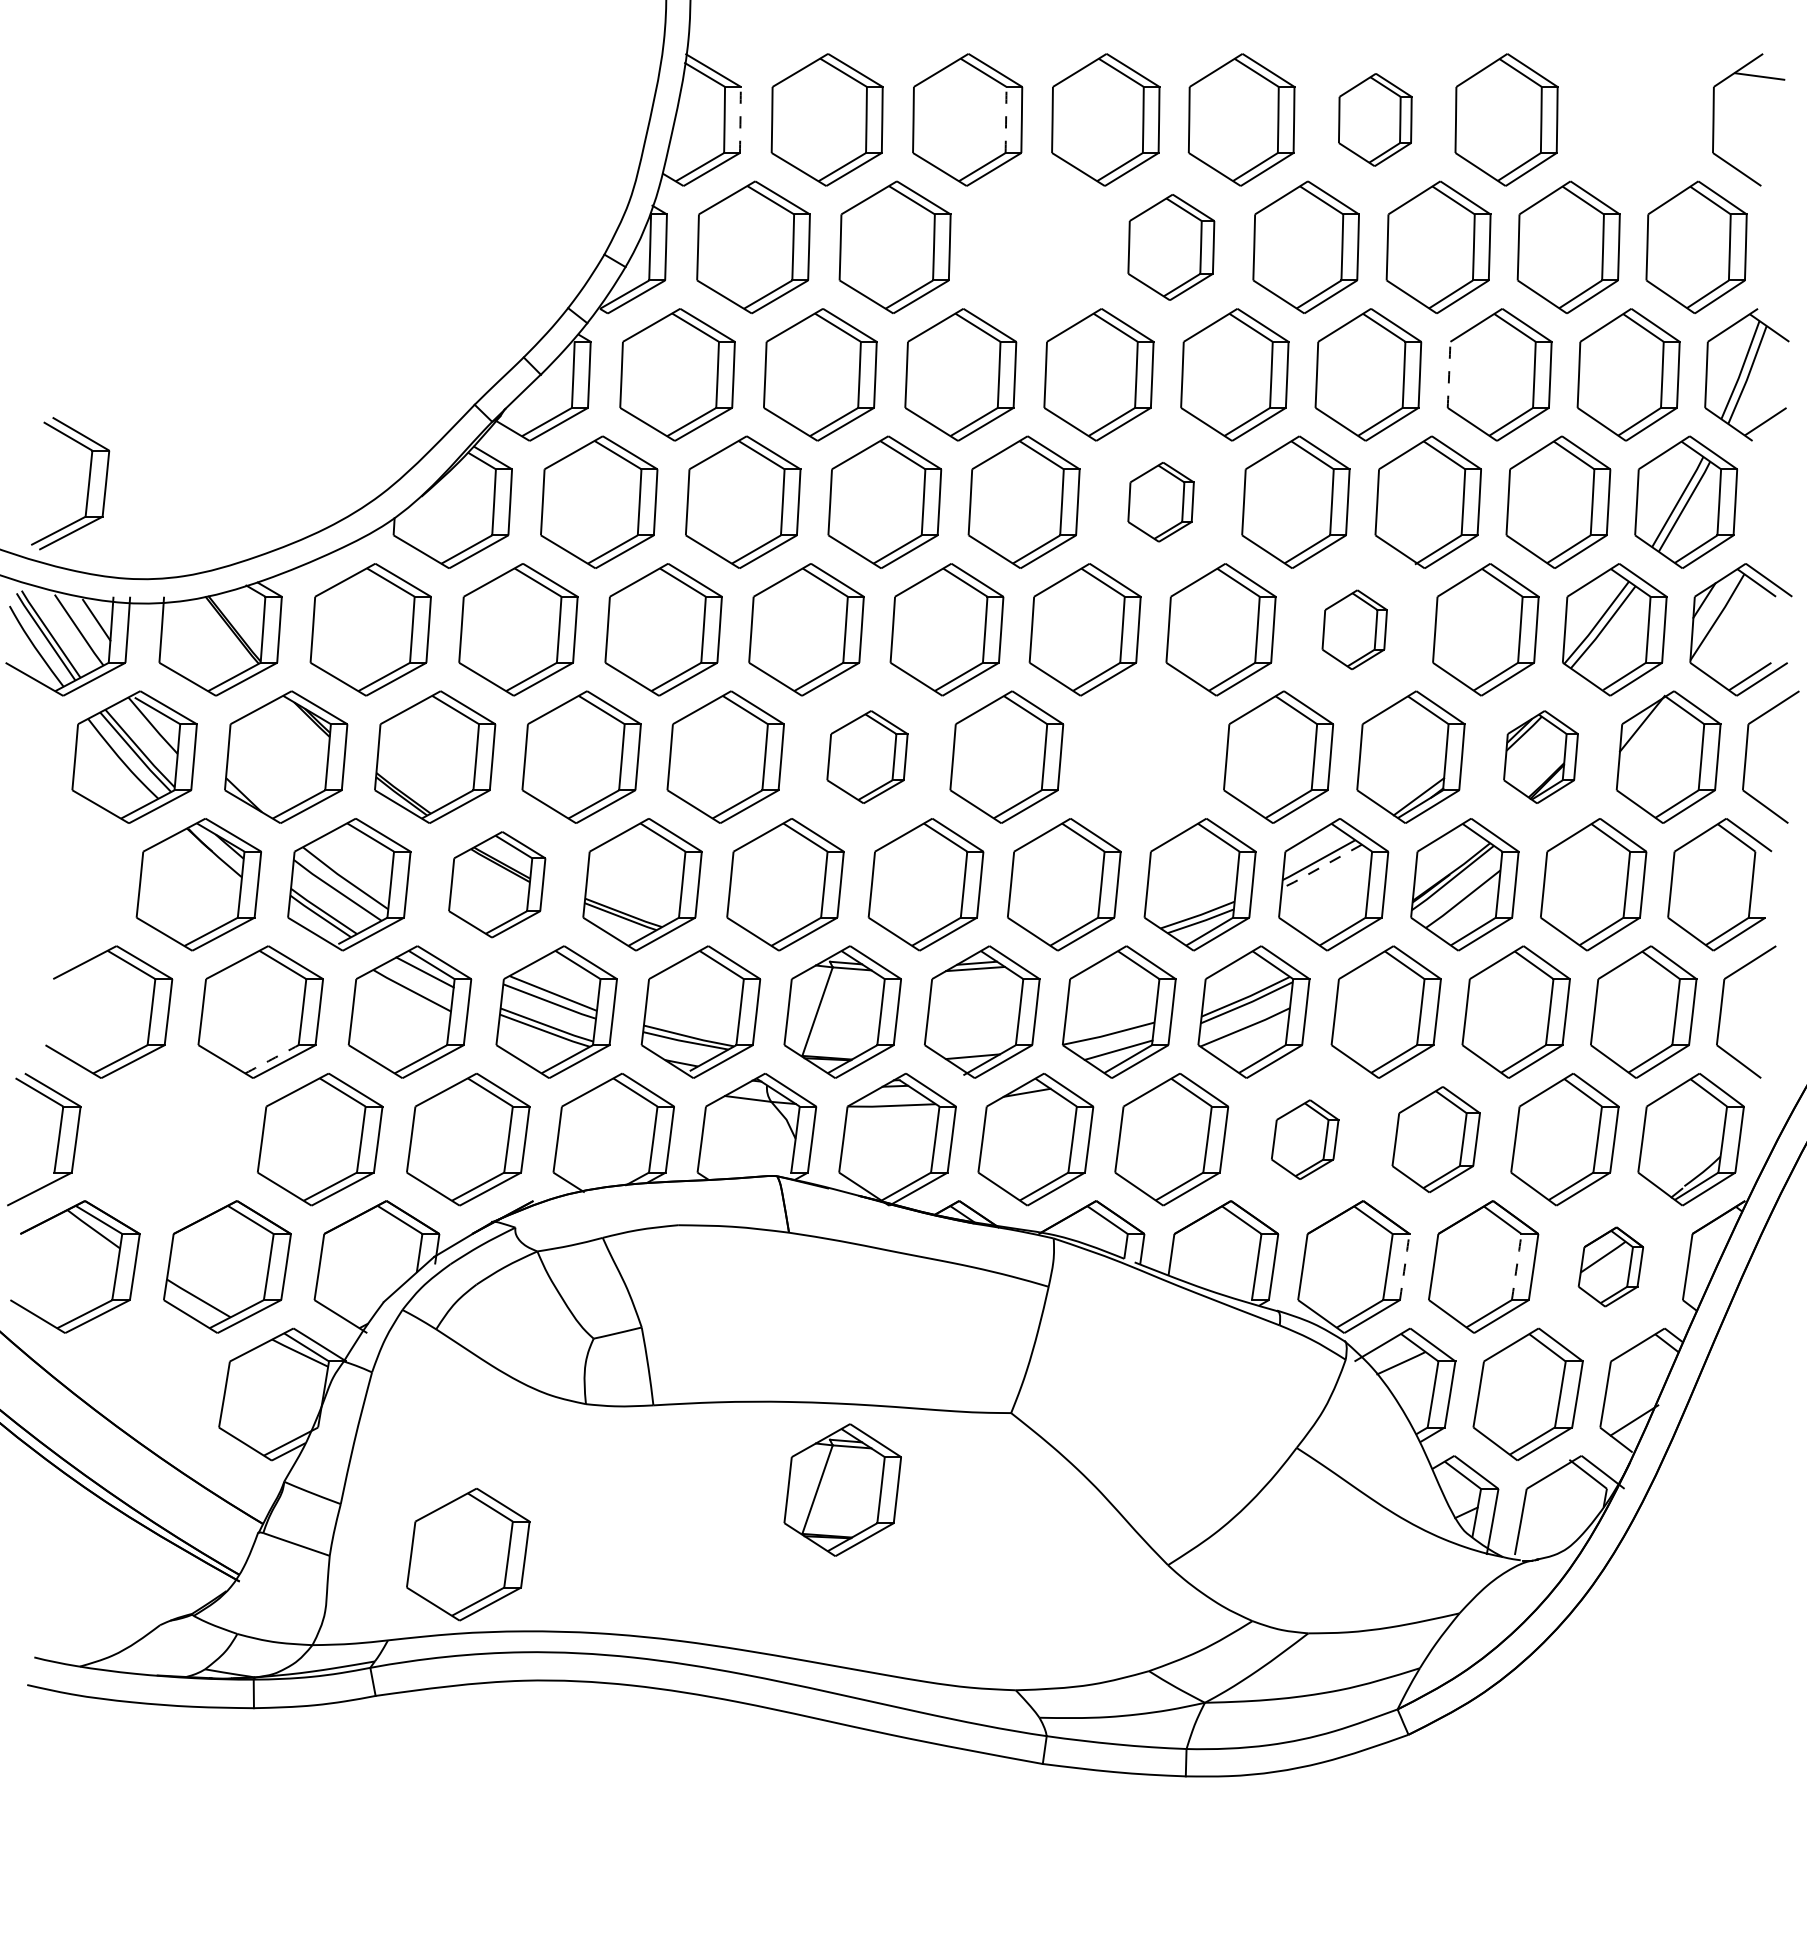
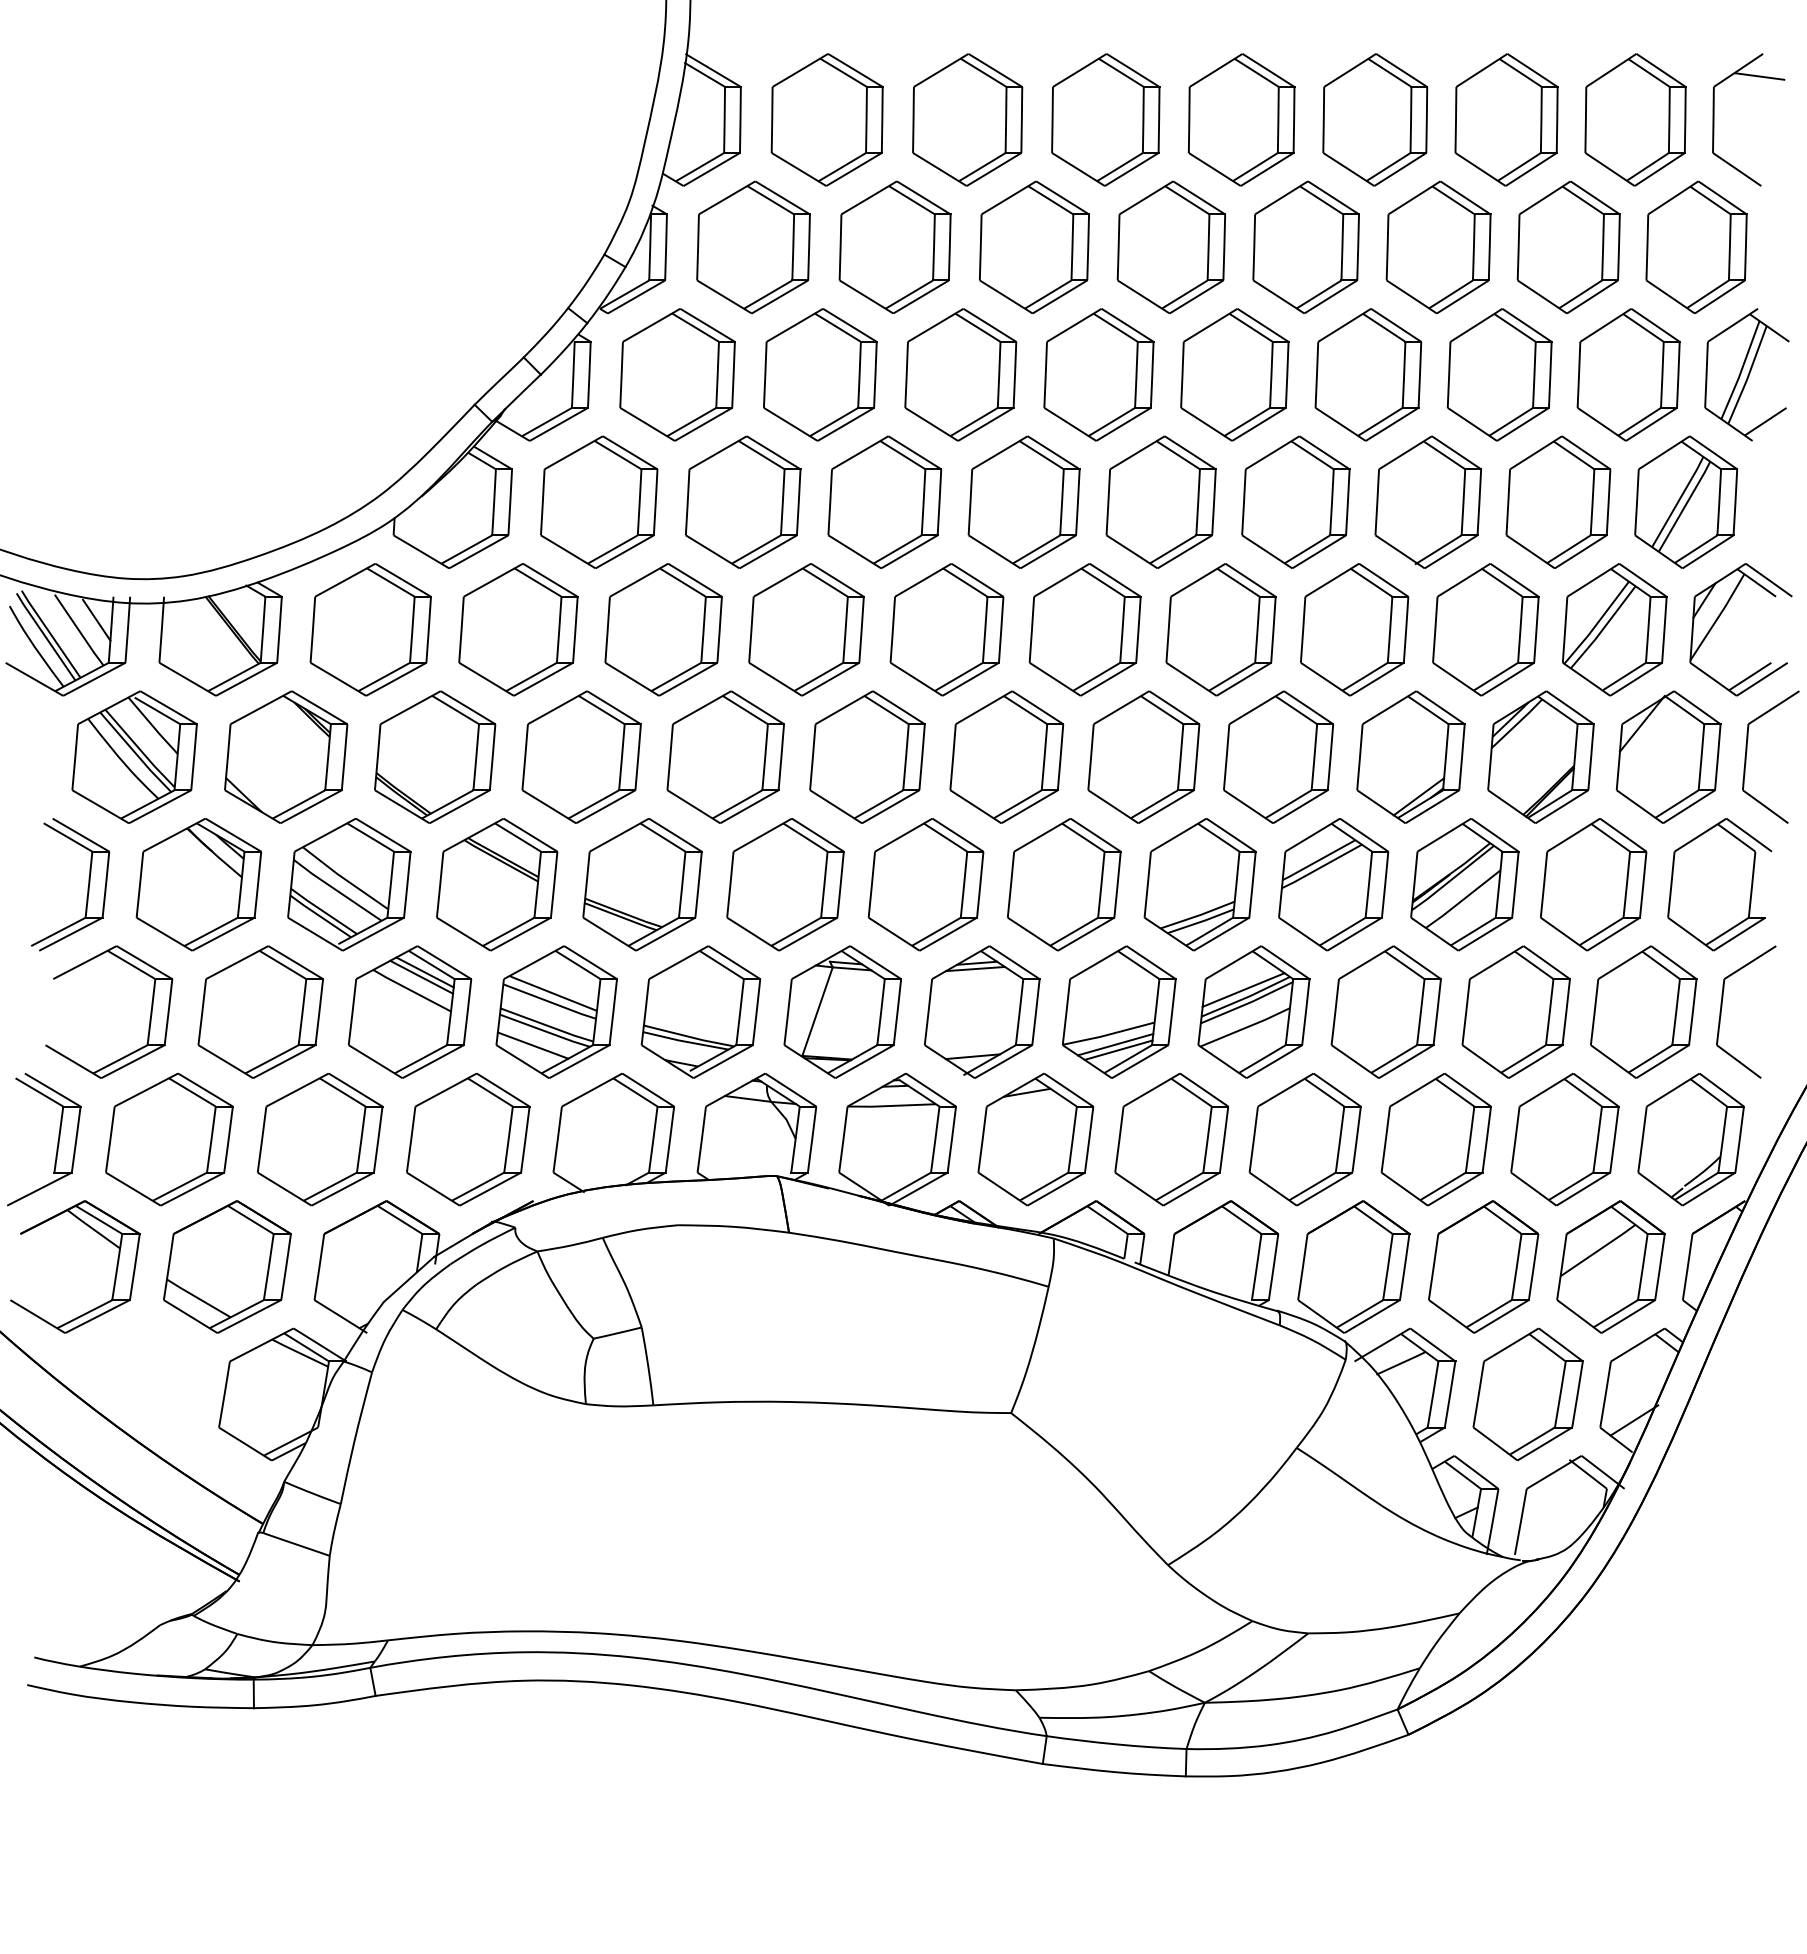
arc at (740, 119): dashed -> solid
arc at (1006, 119): dashed -> solid
part at (1375, 119) size: 75x94 px -> 107x134 px
part at (1635, 119): none -> present
part at (1034, 247): none -> present
part at (1171, 247) size: 89x107 px -> 110x135 px
arc at (1449, 374): dashed -> solid
part at (87, 486) position: (87, 486) -> (87, 887)
part at (1160, 502) size: 68x81 px -> 112x134 px
part at (1354, 629) size: 67x82 px -> 110x134 px
part at (867, 756) size: 83x94 px -> 117x134 px
part at (1143, 756): none -> present
part at (1540, 756) size: 76x94 px -> 108x134 px
line at (1321, 867): dashed -> solid
part at (497, 884) size: 99x108 px -> 123x134 px
line at (421, 976): none -> present
line at (1243, 989): none -> present
line at (1115, 1044): none -> present
line at (532, 1045): none -> present
arc at (271, 1059): dashed -> solid
part at (169, 1139): none -> present
part at (1305, 1139) size: 69x81 px -> 114x134 px
part at (1435, 1139) size: 90x107 px -> 112x134 px
part at (1610, 1266) size: 68x82 px -> 110x134 px
arc at (1404, 1267): dashed -> solid
arc at (1516, 1267): dashed -> solid
part at (842, 1489): present -> none
part at (468, 1554): present -> none
